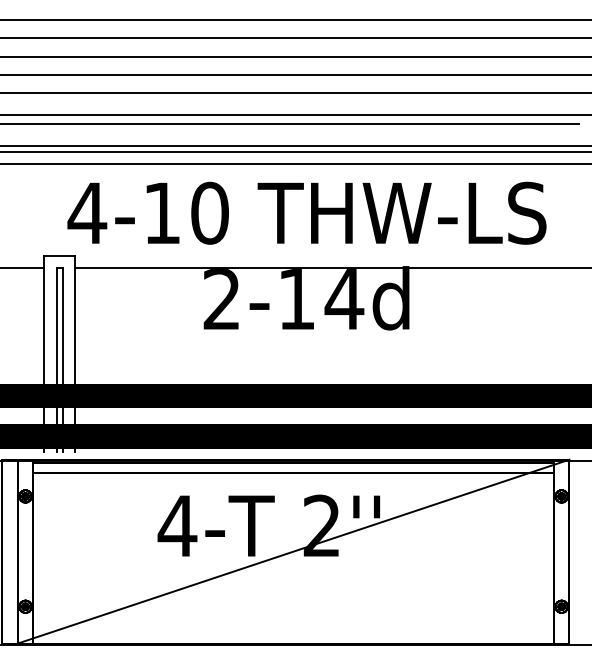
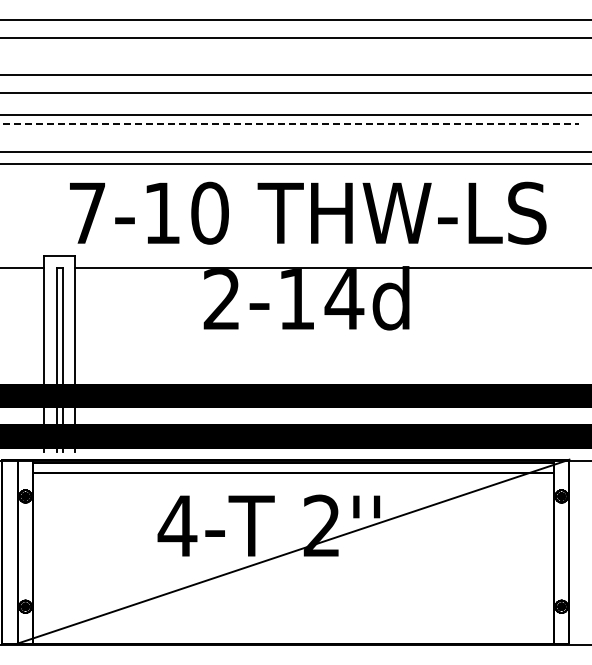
line at (295, 56): present -> none
line at (290, 124): solid -> dashed
line at (295, 145): present -> none
text at (87, 212): 4-10 -> 7-10
